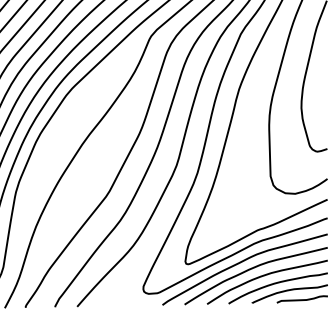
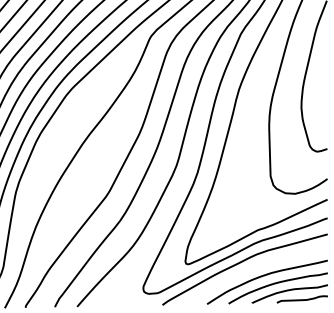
curve at (252, 269): present -> none
